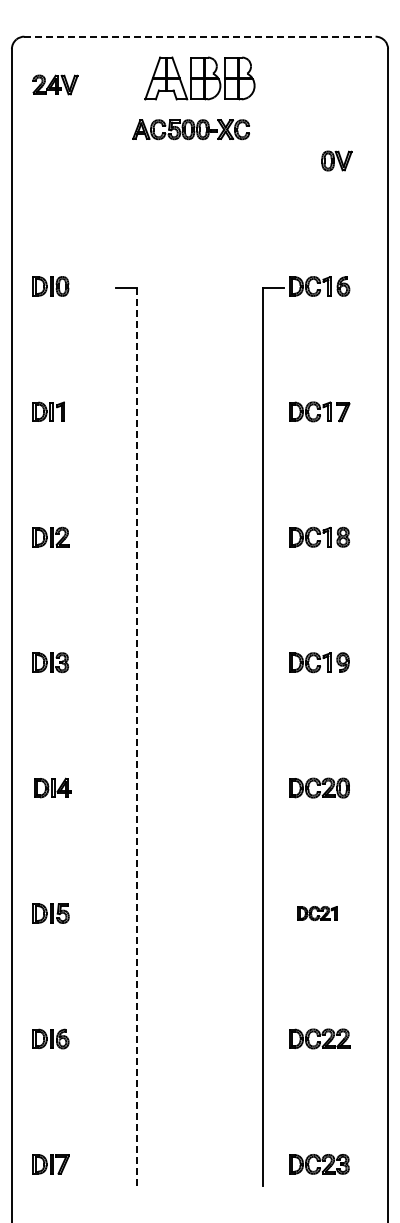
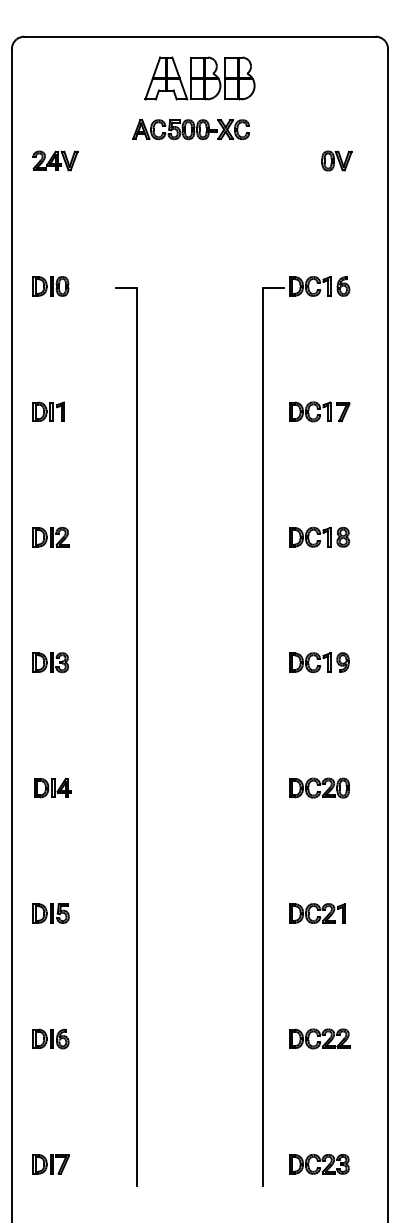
line at (199, 36): dashed -> solid
part at (55, 84) position: (55, 84) -> (55, 160)
line at (137, 737): dashed -> solid
part at (317, 913) size: 41x15 px -> 57x21 px
